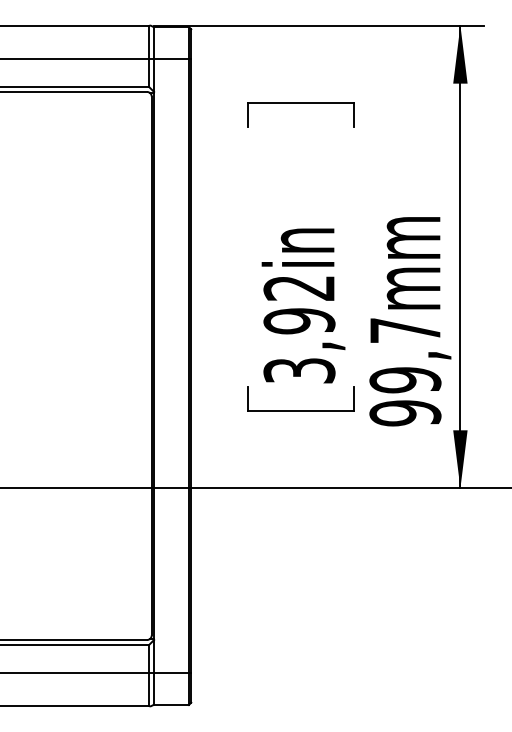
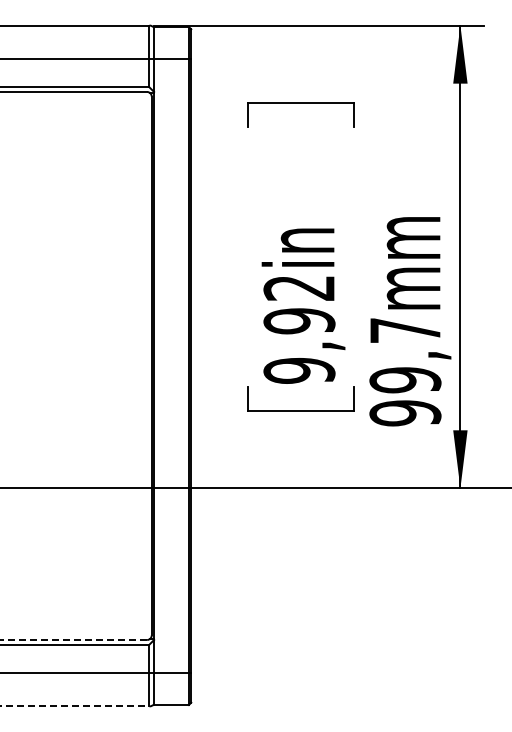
text at (299, 370): 3,92in -> 9,92in
line at (73, 640): solid -> dashed
line at (75, 706): solid -> dashed
